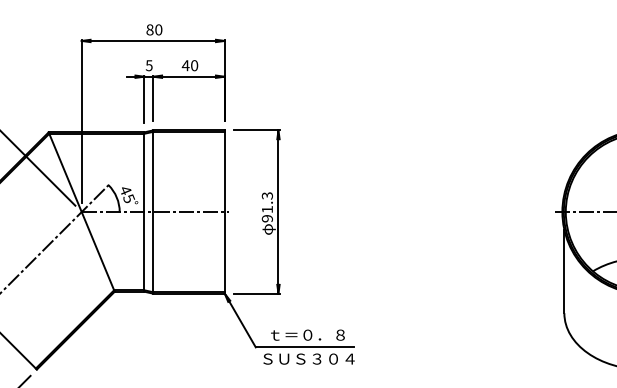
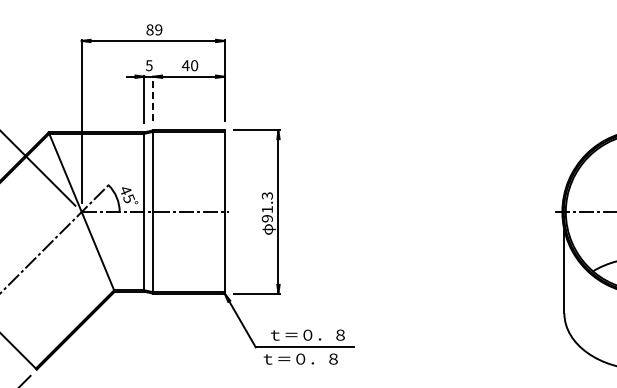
text at (158, 29): 80 -> 89
line at (153, 98): solid -> dashed
text at (308, 358): ＳＵＳ３０４ -> ｔ＝０．８
